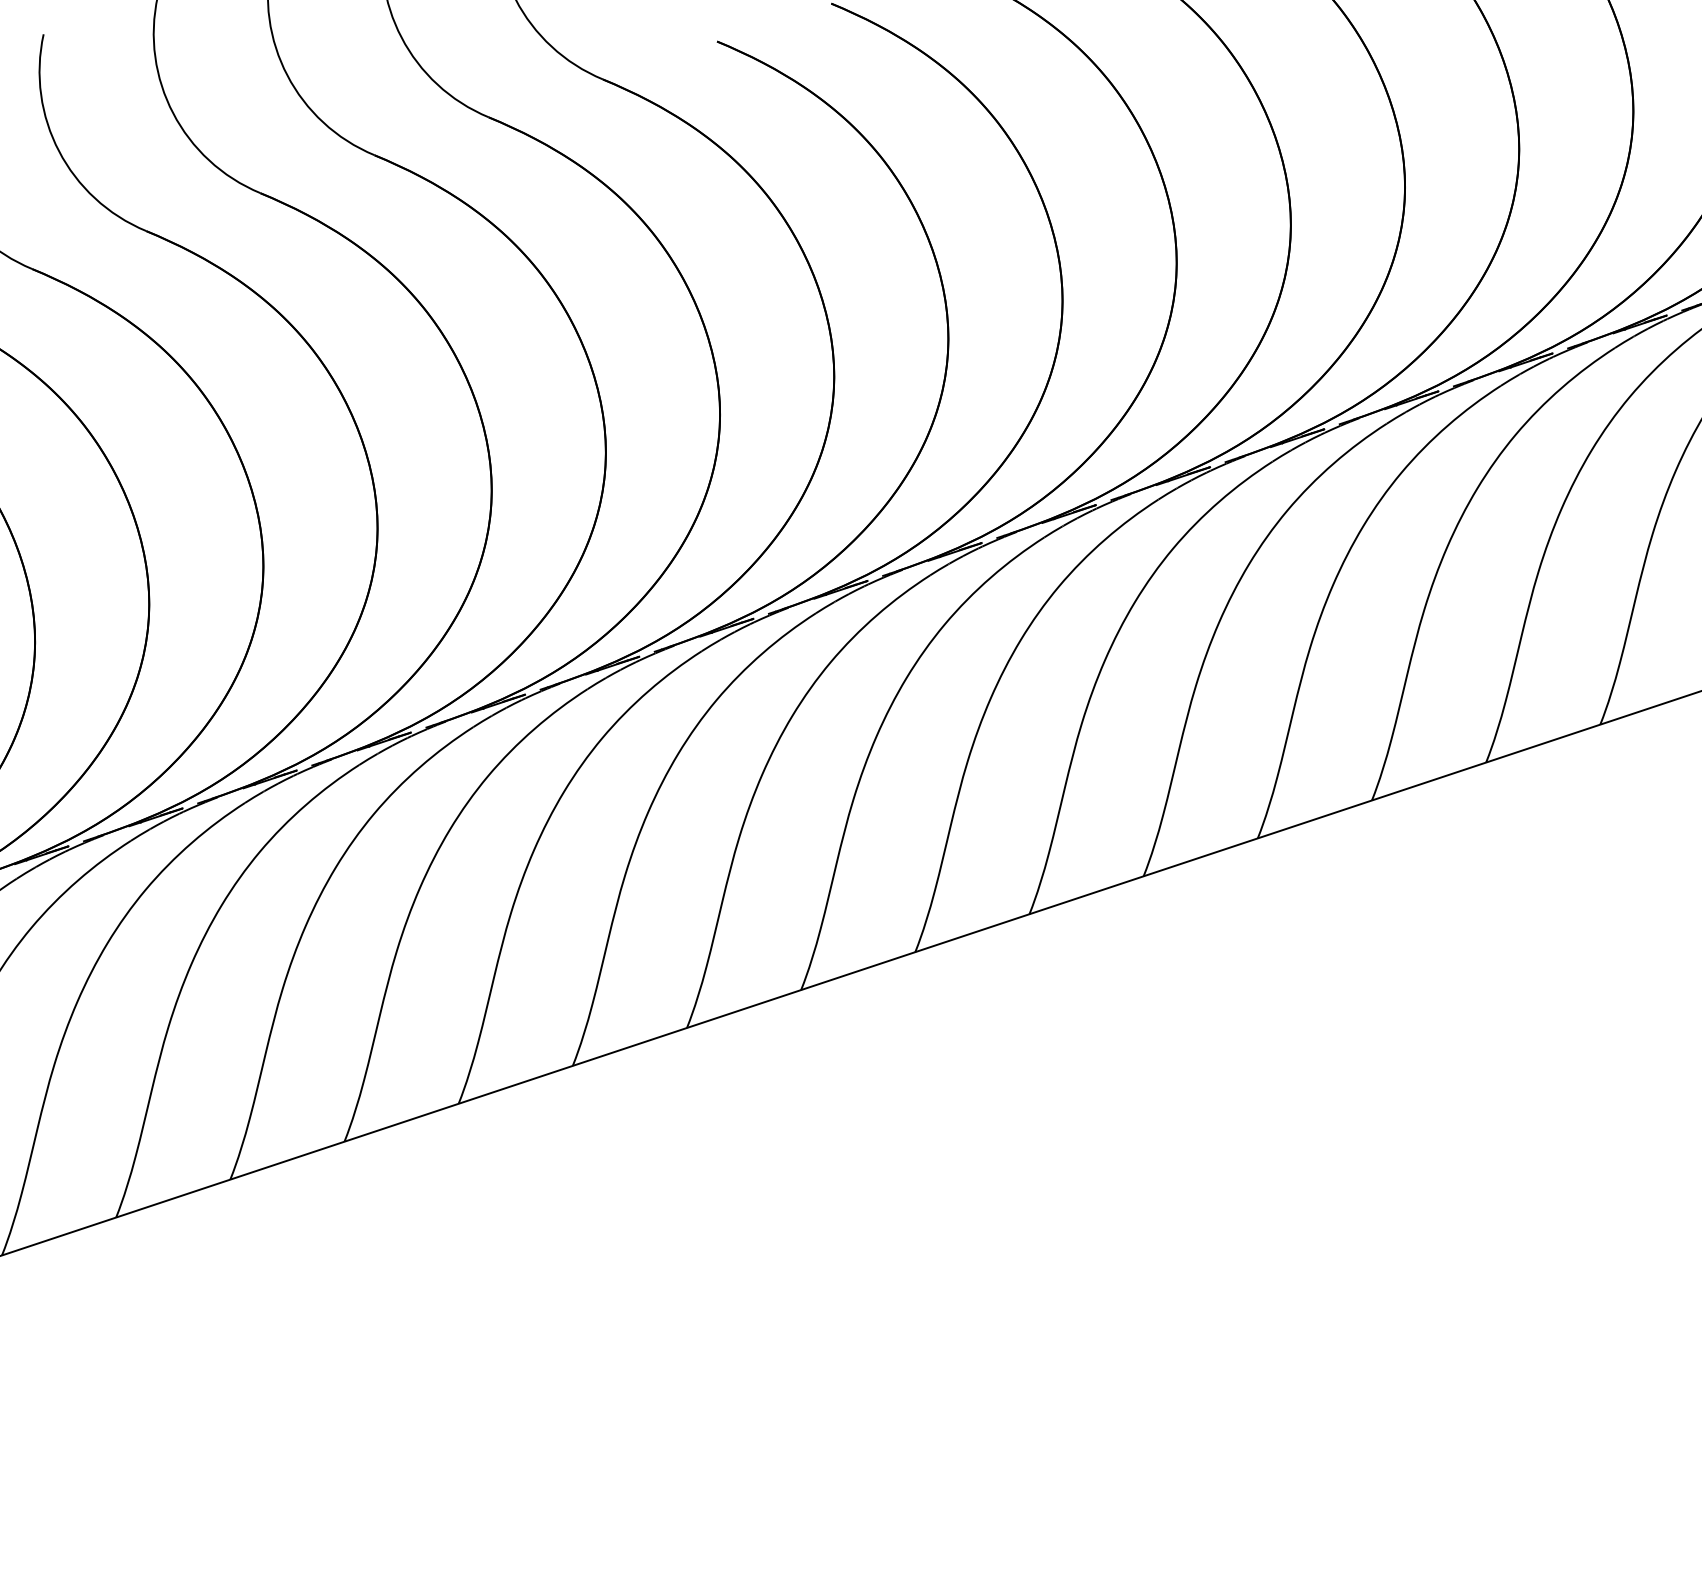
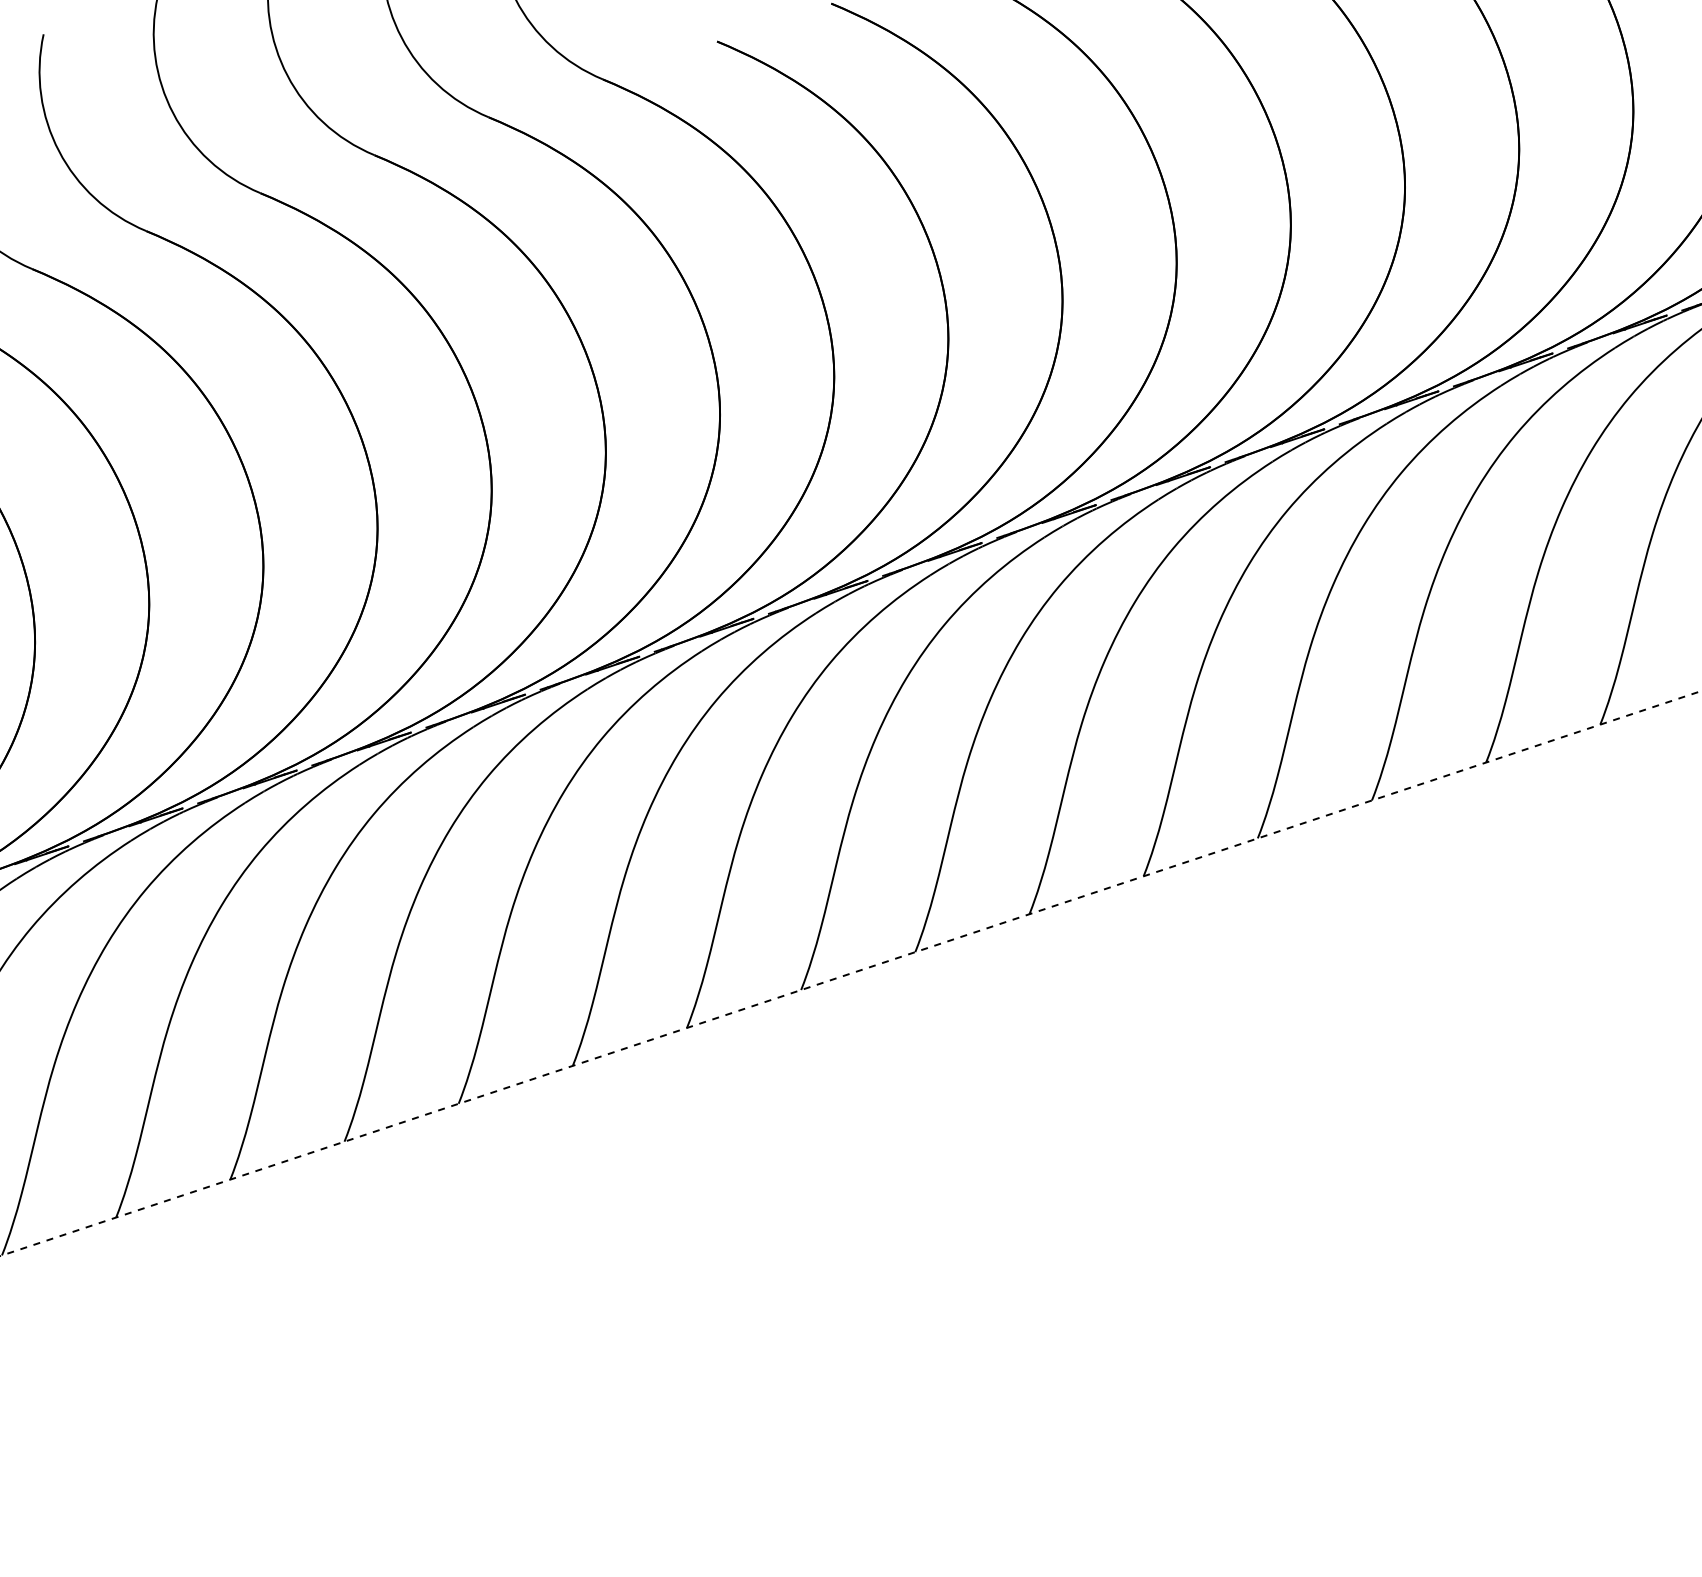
line at (851, 973): solid -> dashed
